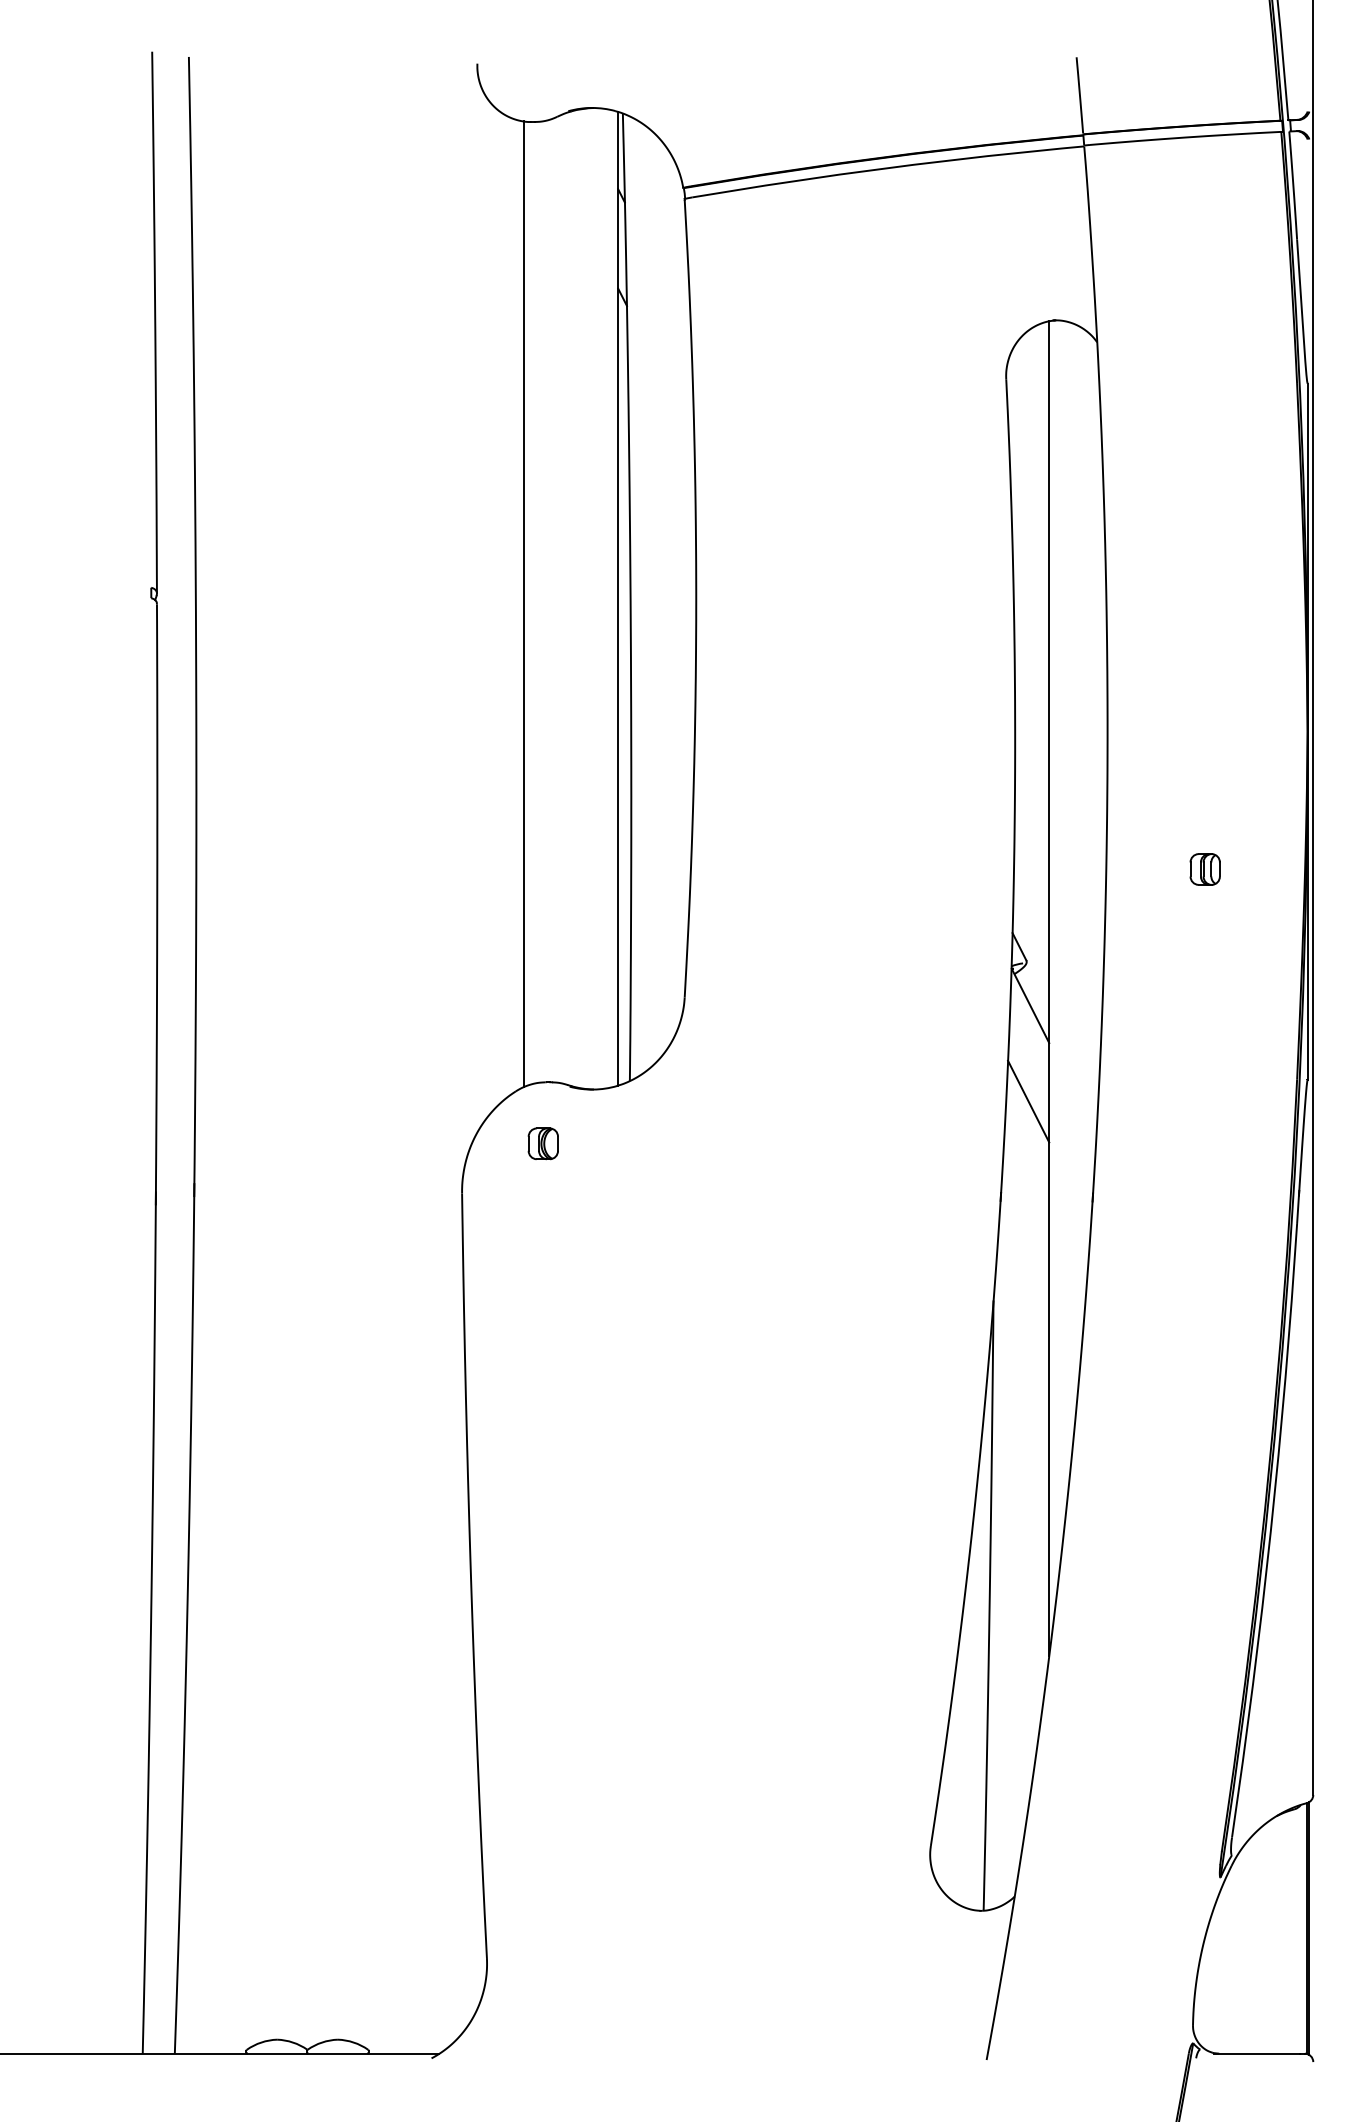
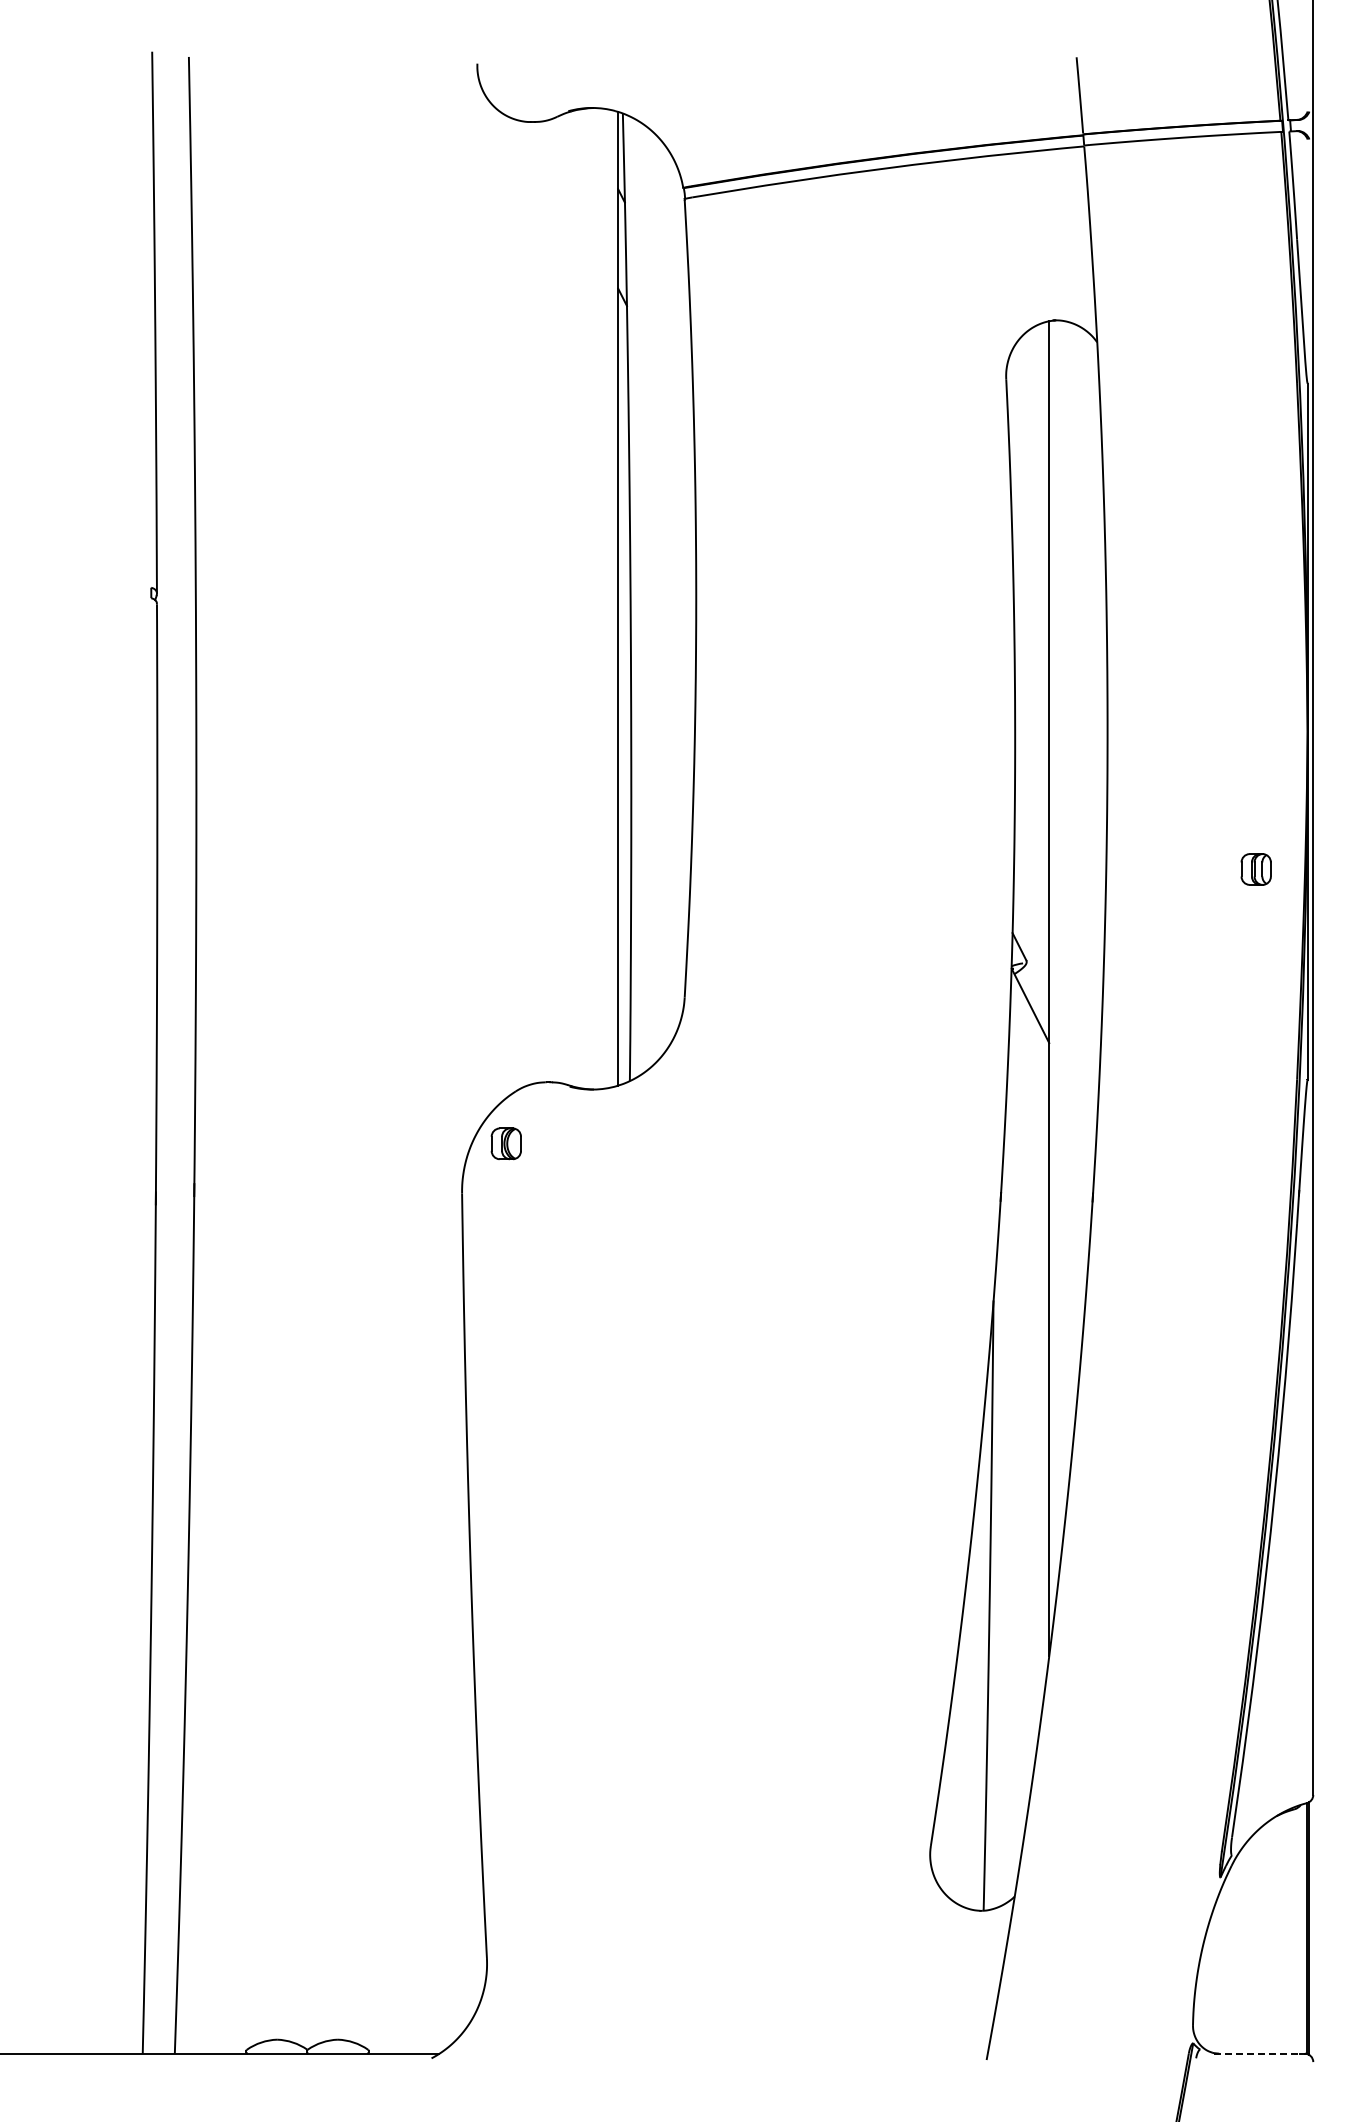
line at (523, 604): present -> none
part at (1204, 869) position: (1204, 869) -> (1255, 869)
line at (1028, 1101): present -> none
part at (542, 1143) position: (542, 1143) -> (505, 1143)
line at (1256, 2053): solid -> dashed
